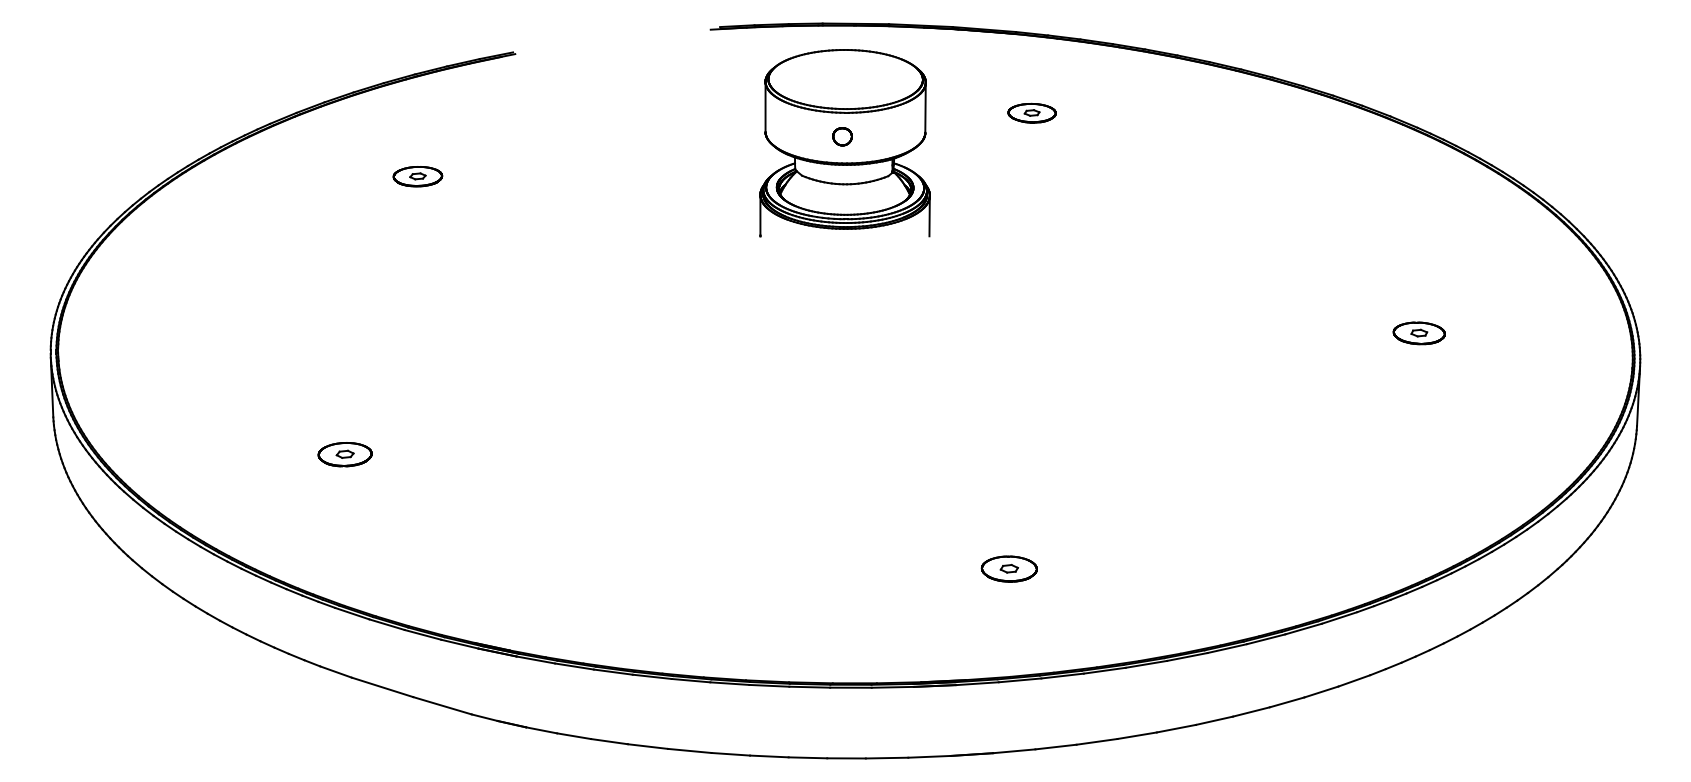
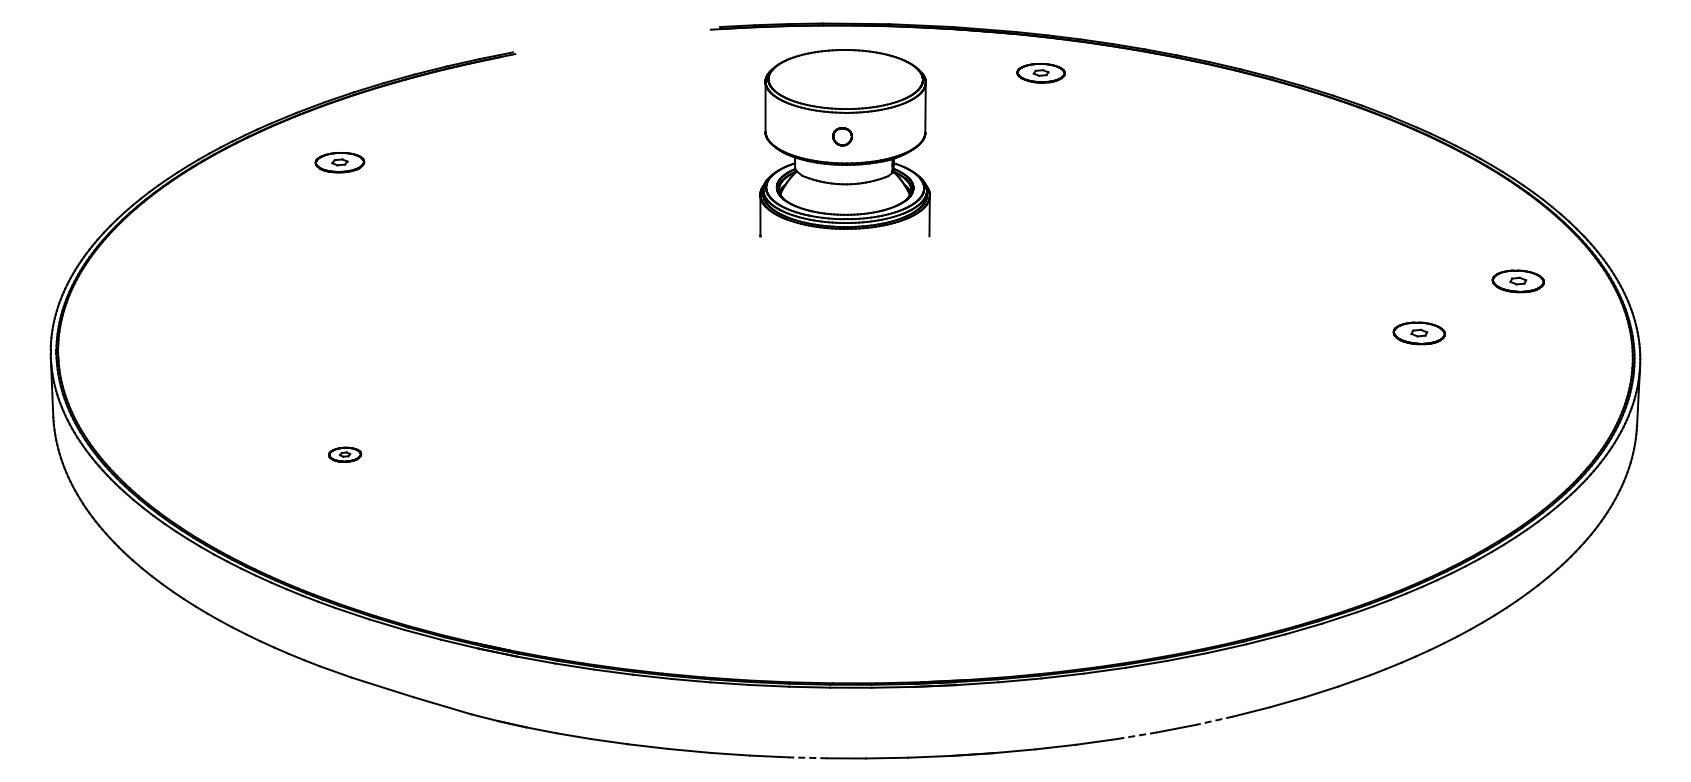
part at (1031, 112) position: (1031, 112) -> (1040, 72)
part at (417, 176) position: (417, 176) -> (339, 162)
part at (1517, 281): none -> present
part at (344, 454) size: 56x26 px -> 35x17 px
part at (1008, 568): present -> none
line at (1214, 720): solid -> dashed
line at (1137, 735): solid -> dashed
line at (807, 757): solid -> dashed
